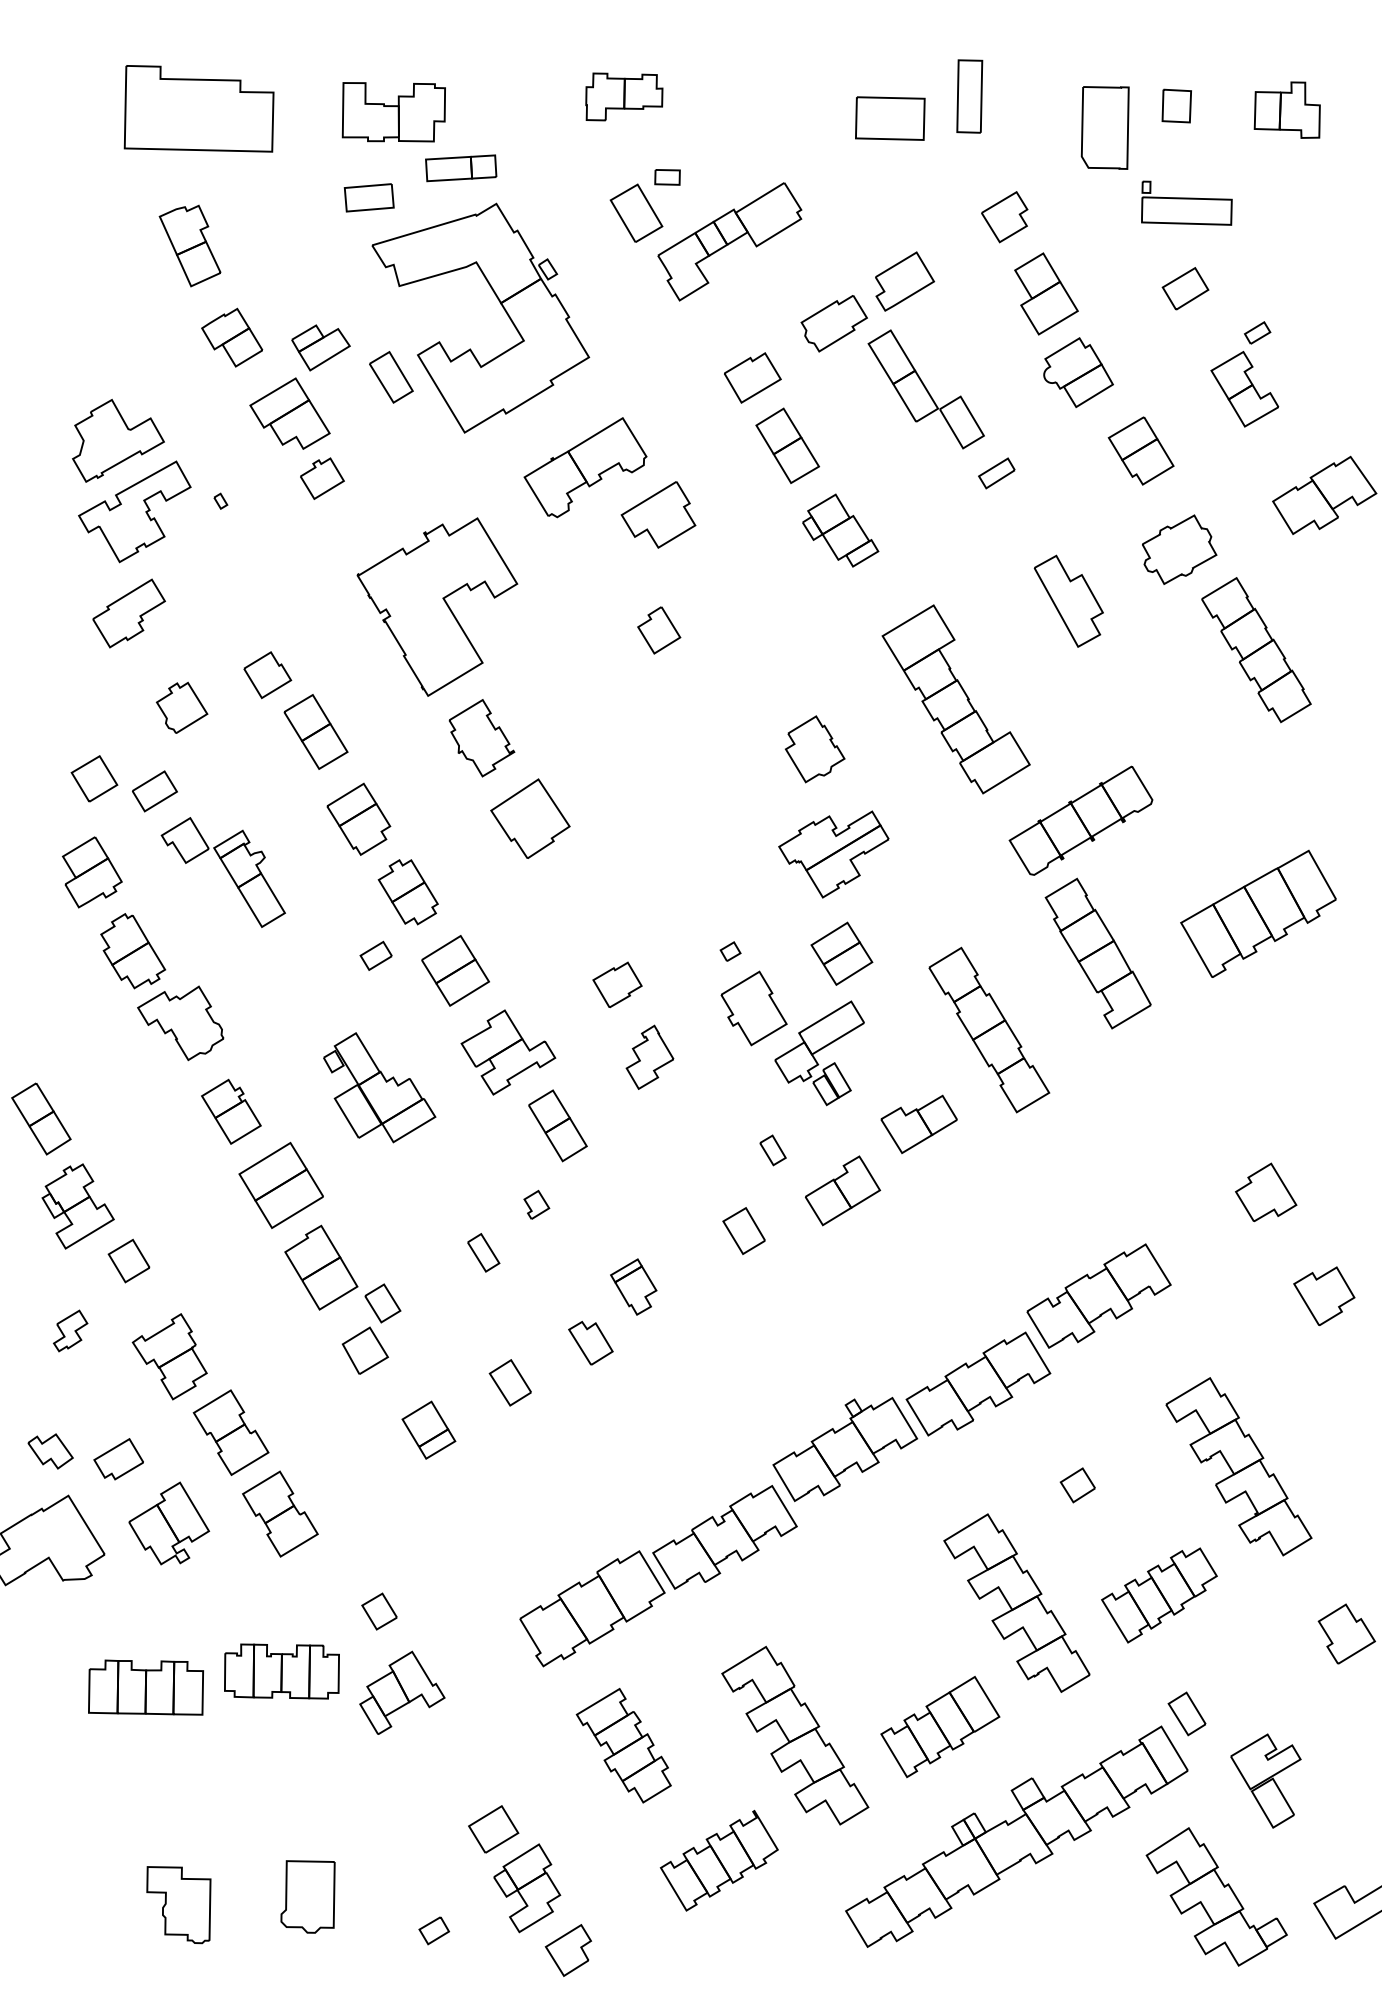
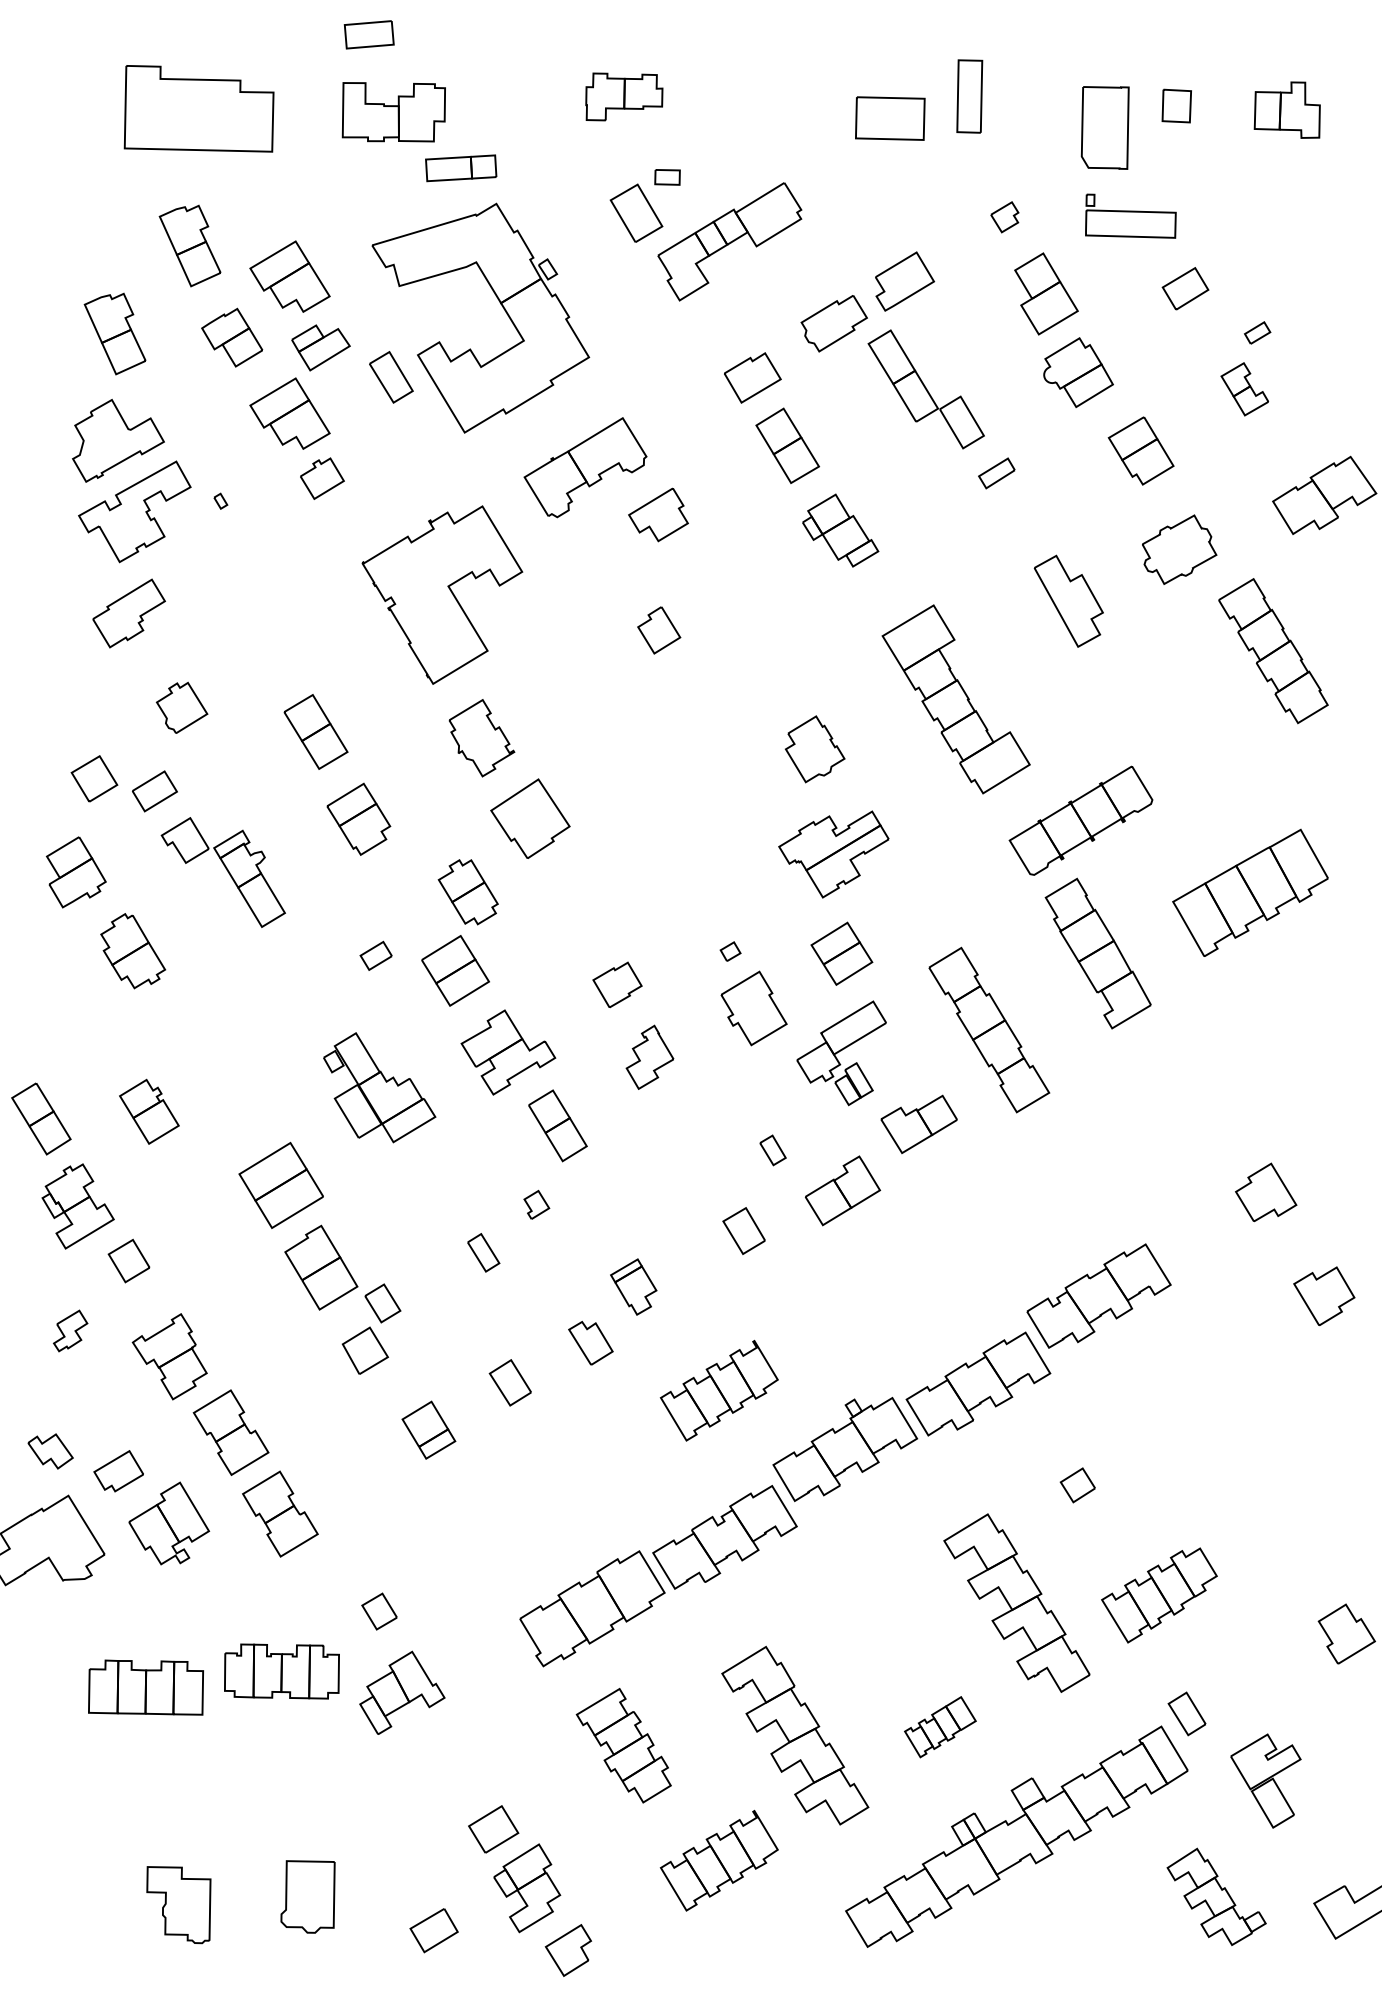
part at (368, 197) position: (368, 197) -> (368, 34)
part at (1186, 202) position: (1186, 202) -> (1130, 215)
part at (1004, 217) size: 48x53 px -> 30x33 px
part at (289, 276): none -> present
part at (114, 333): none -> present
part at (1244, 389) size: 70x77 px -> 49x55 px
part at (658, 514) size: 77x68 px -> 61x56 px
part at (437, 606) position: (437, 606) -> (442, 594)
part at (1256, 650) position: (1256, 650) -> (1273, 651)
part at (267, 675): present -> none
part at (92, 872) position: (92, 872) -> (76, 872)
part at (407, 892) position: (407, 892) -> (467, 892)
part at (1258, 913) position: (1258, 913) -> (1250, 892)
part at (180, 1023): present -> none
part at (819, 1053) position: (819, 1053) -> (841, 1053)
part at (231, 1111) position: (231, 1111) -> (149, 1111)
part at (718, 1390): none -> present
part at (118, 1459) position: (118, 1459) -> (118, 1471)
part at (1238, 1466): present -> none
part at (940, 1727) size: 121x103 px -> 73x63 px
part at (1216, 1896) size: 143x140 px -> 101x99 px
part at (434, 1930) size: 33x30 px -> 50x46 px
